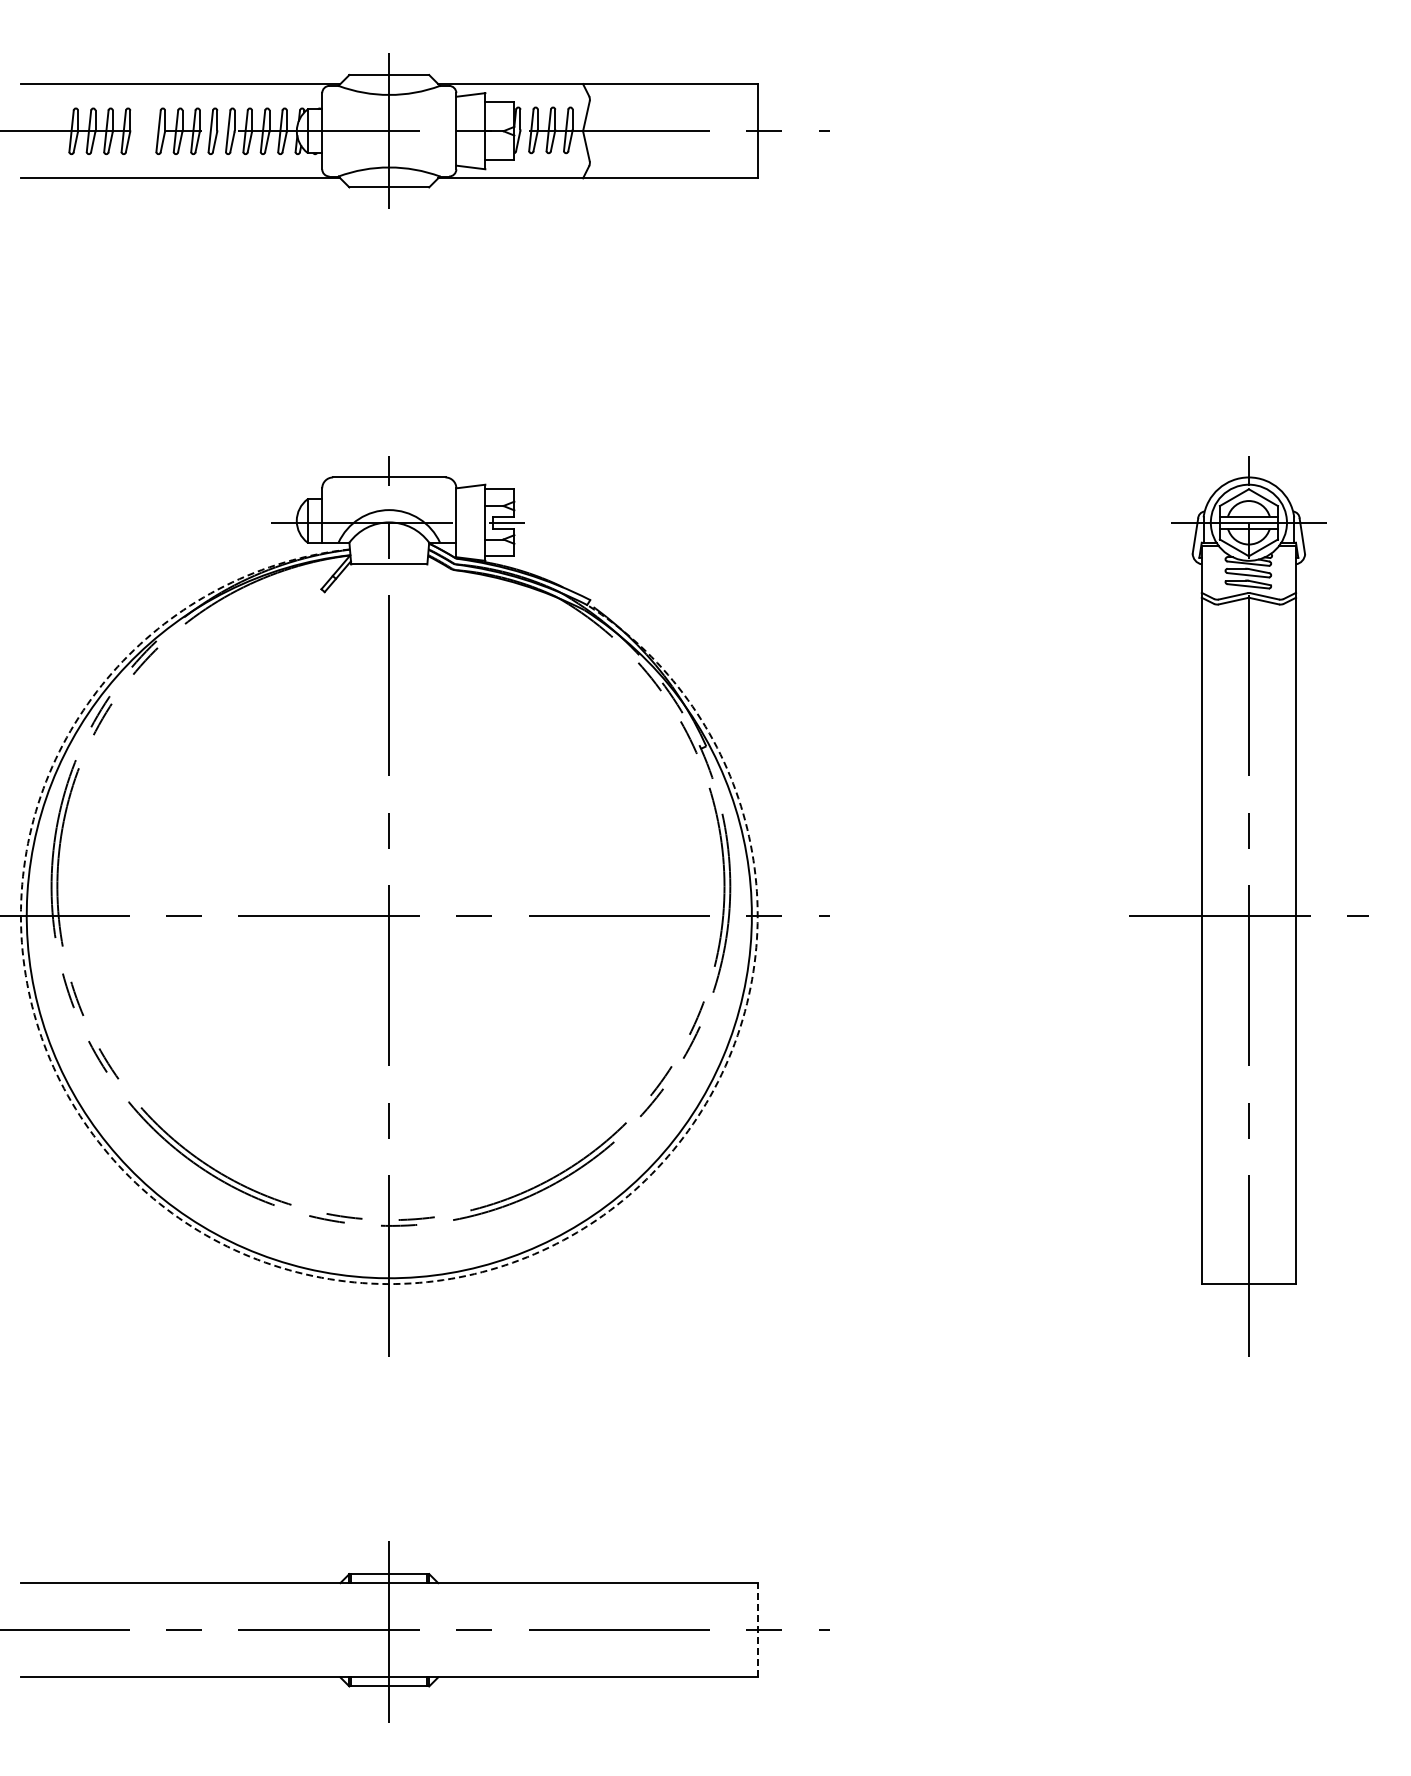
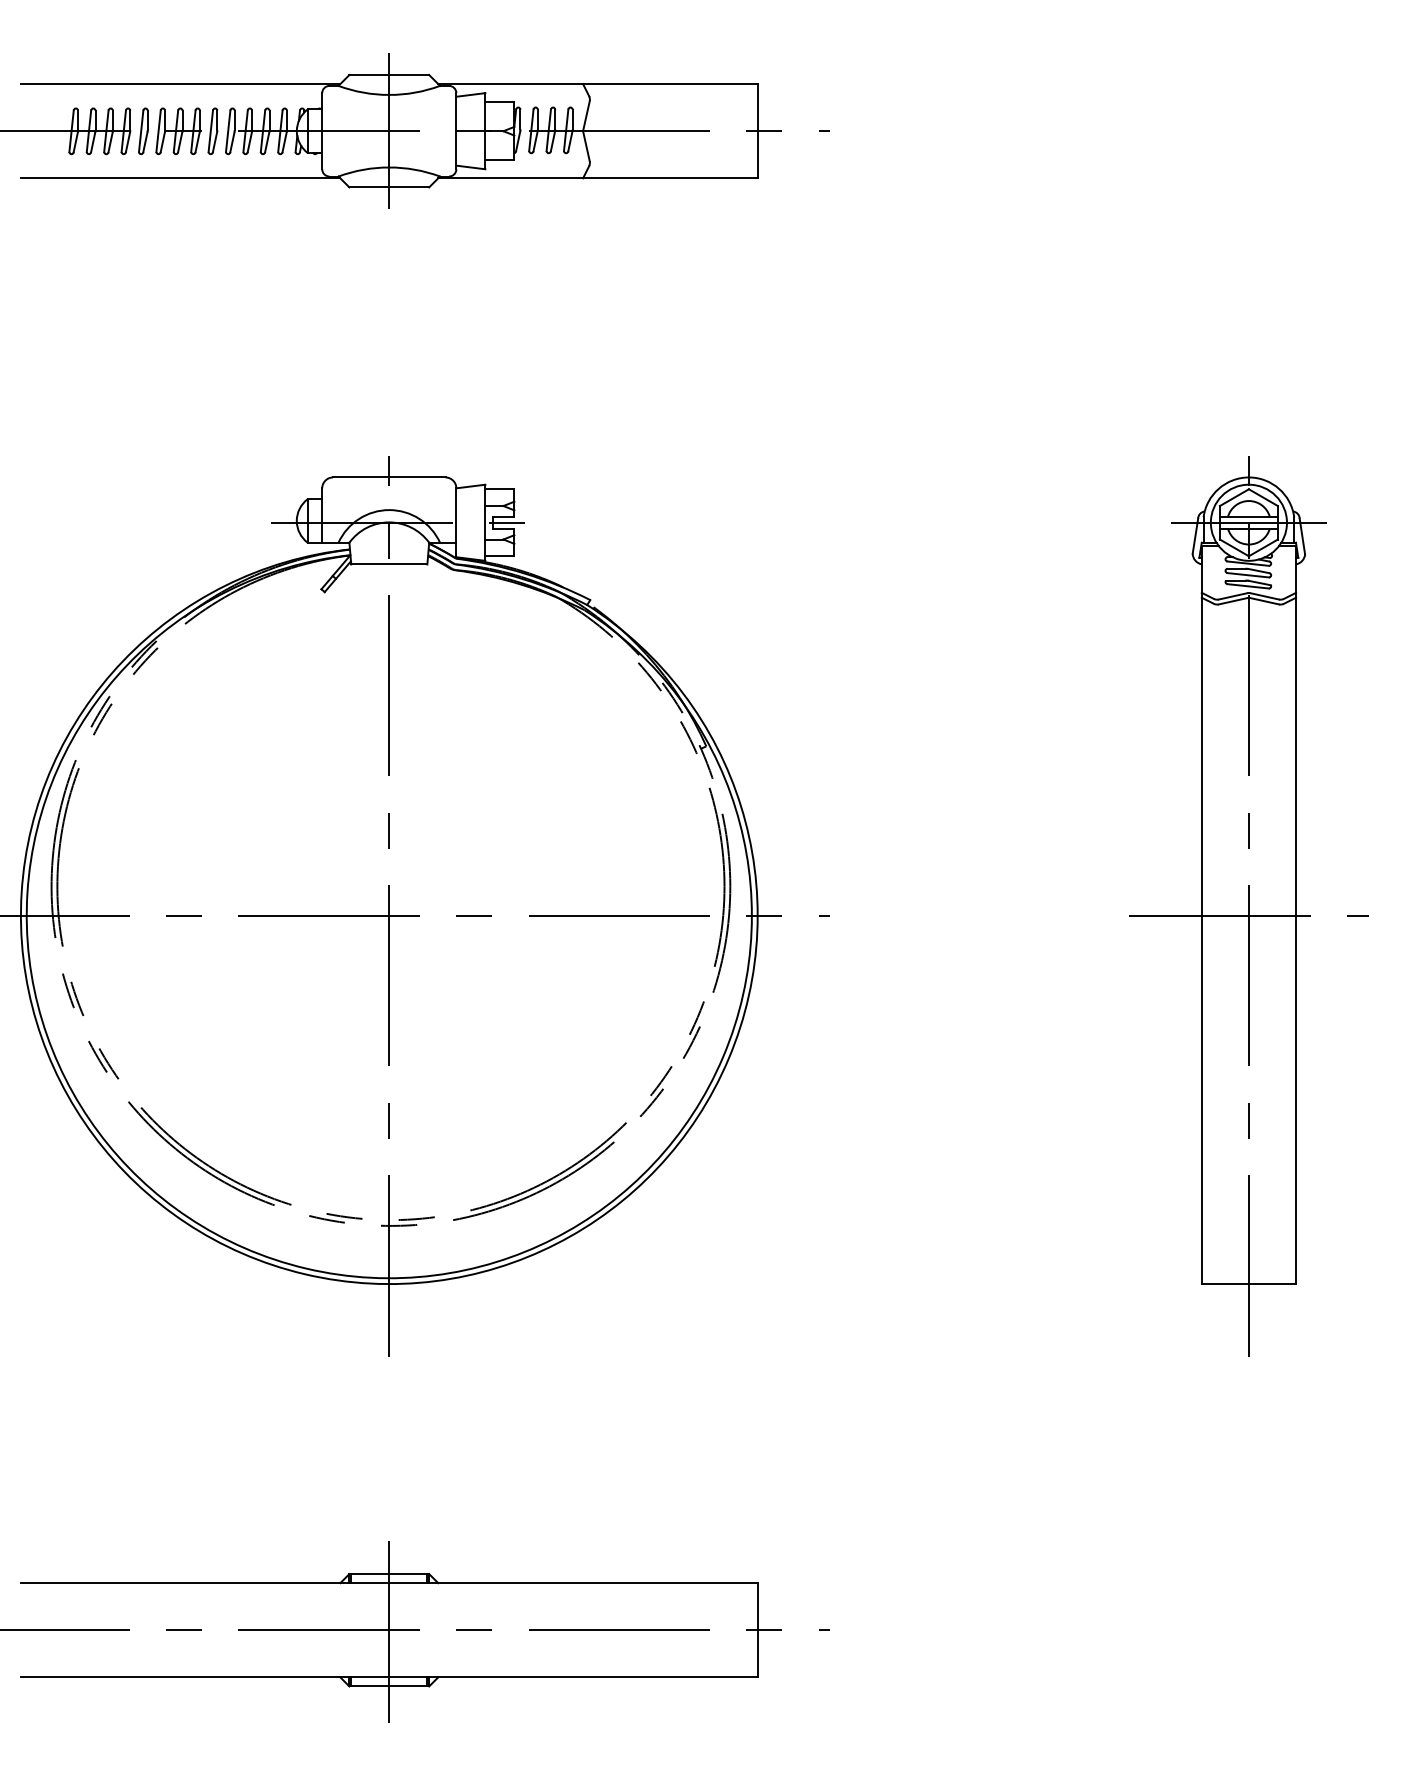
part at (143, 130): none -> present
arc at (305, 1274): dashed -> solid
line at (757, 1629): dashed -> solid
